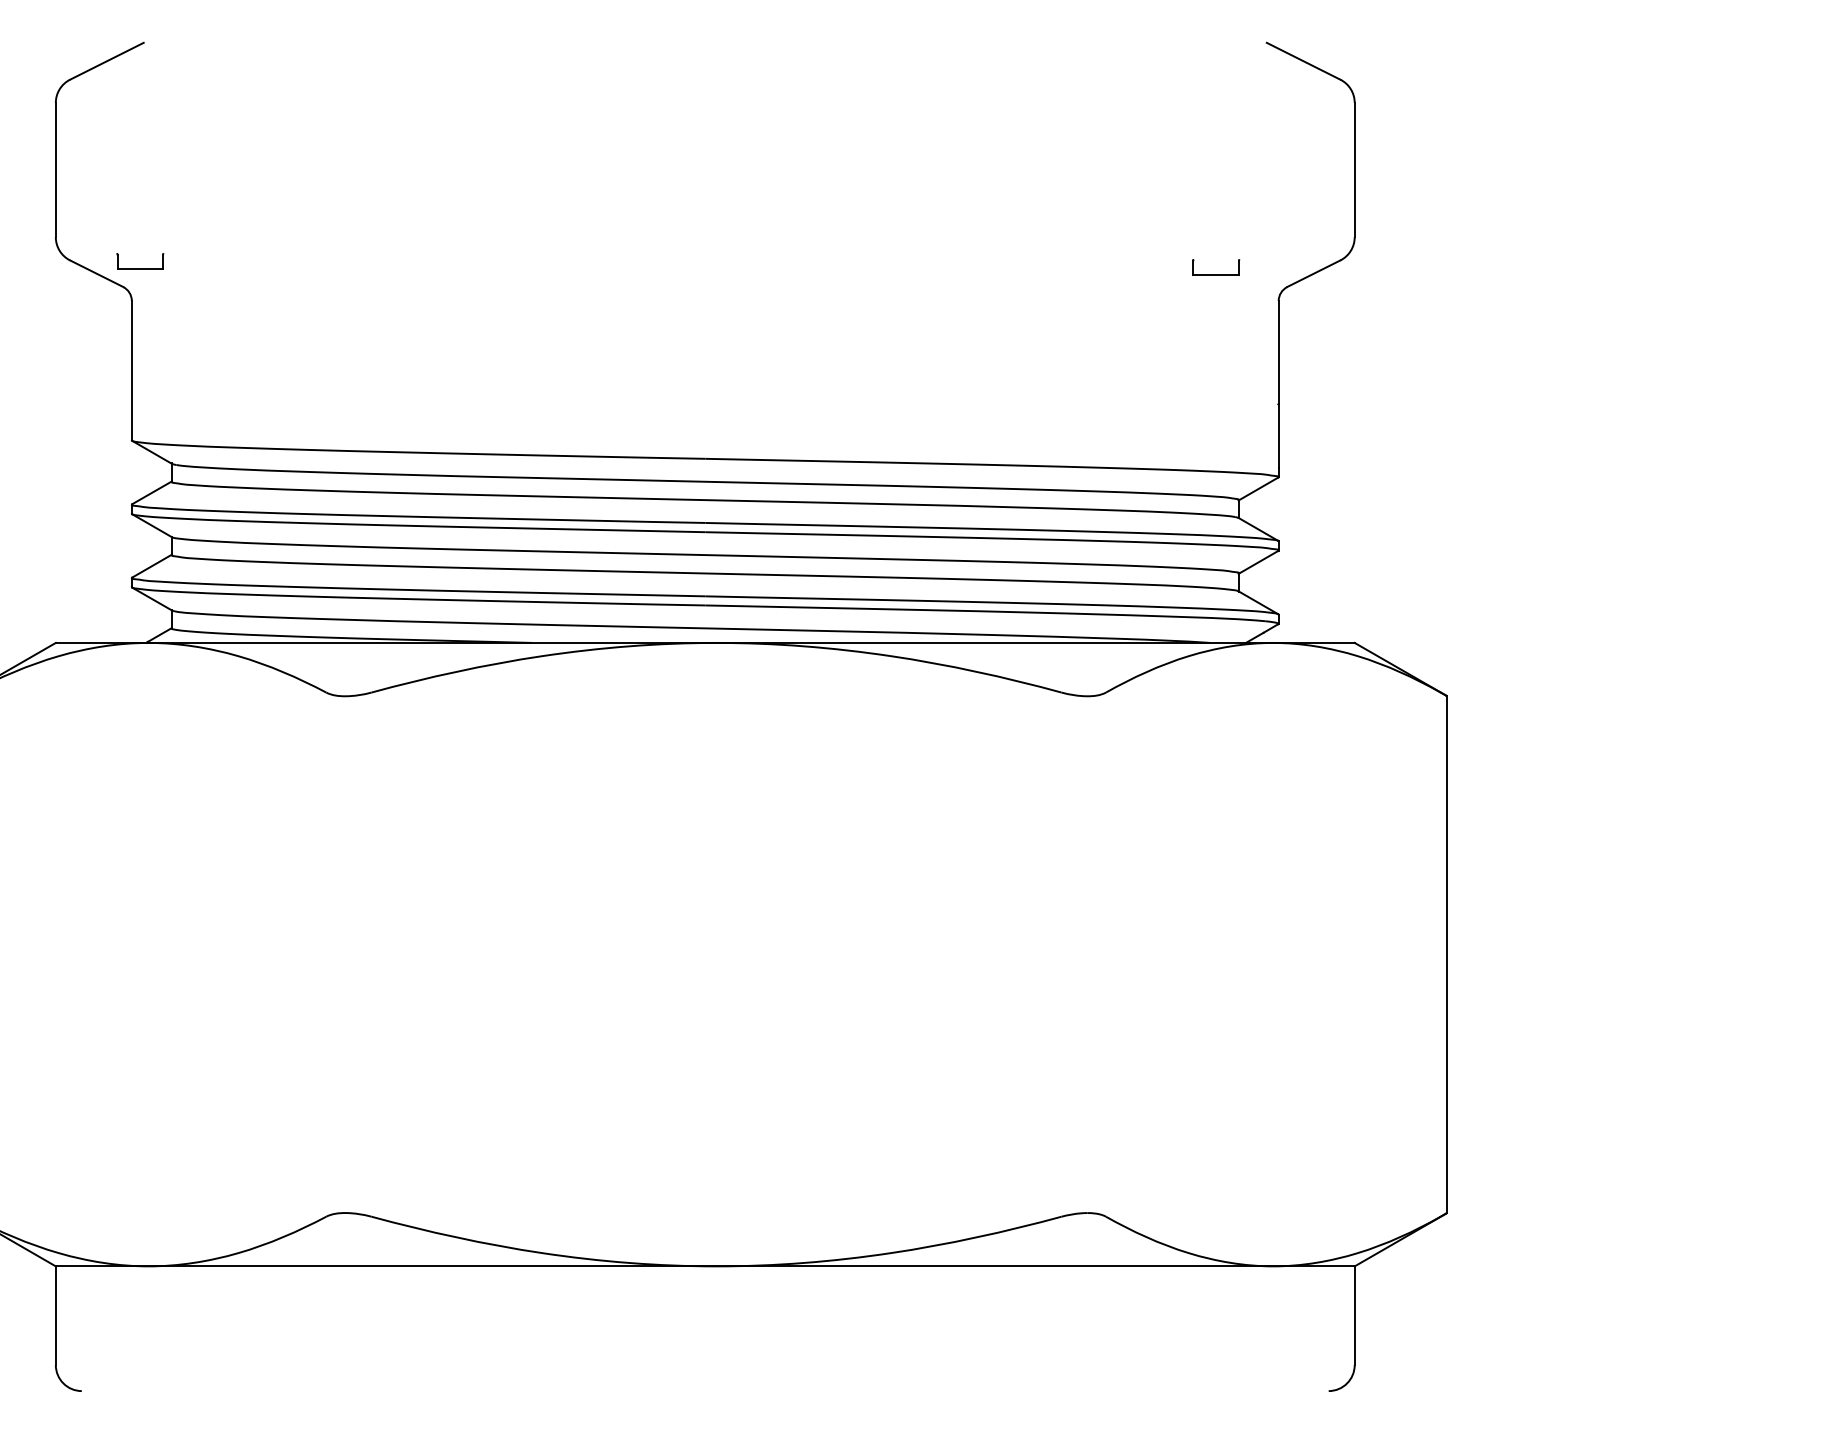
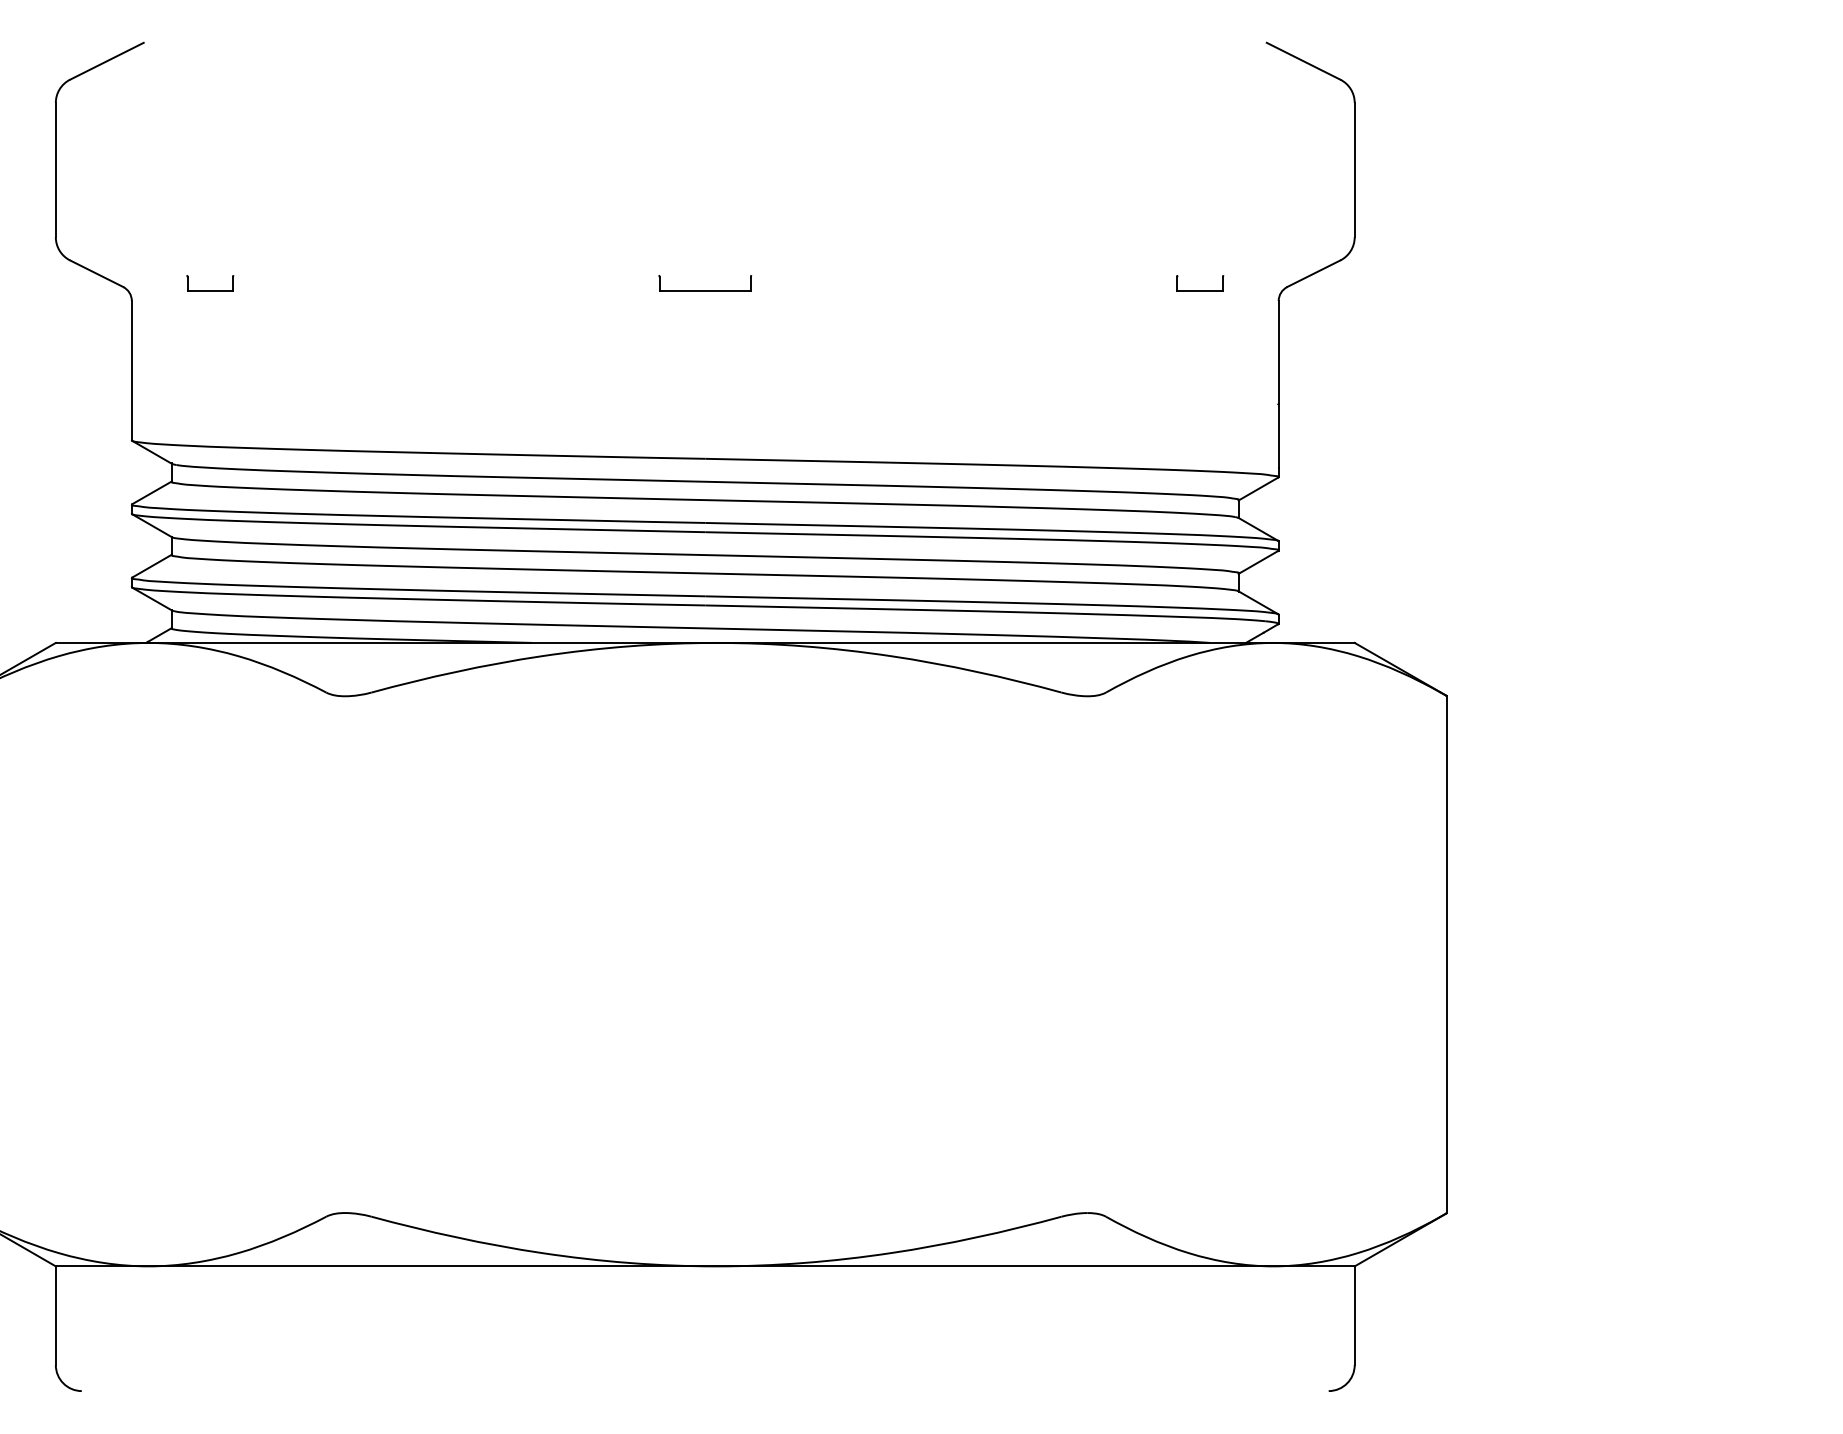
part at (140, 268) position: (140, 268) -> (210, 290)
part at (1216, 274) position: (1216, 274) -> (1200, 290)
part at (705, 290): none -> present
